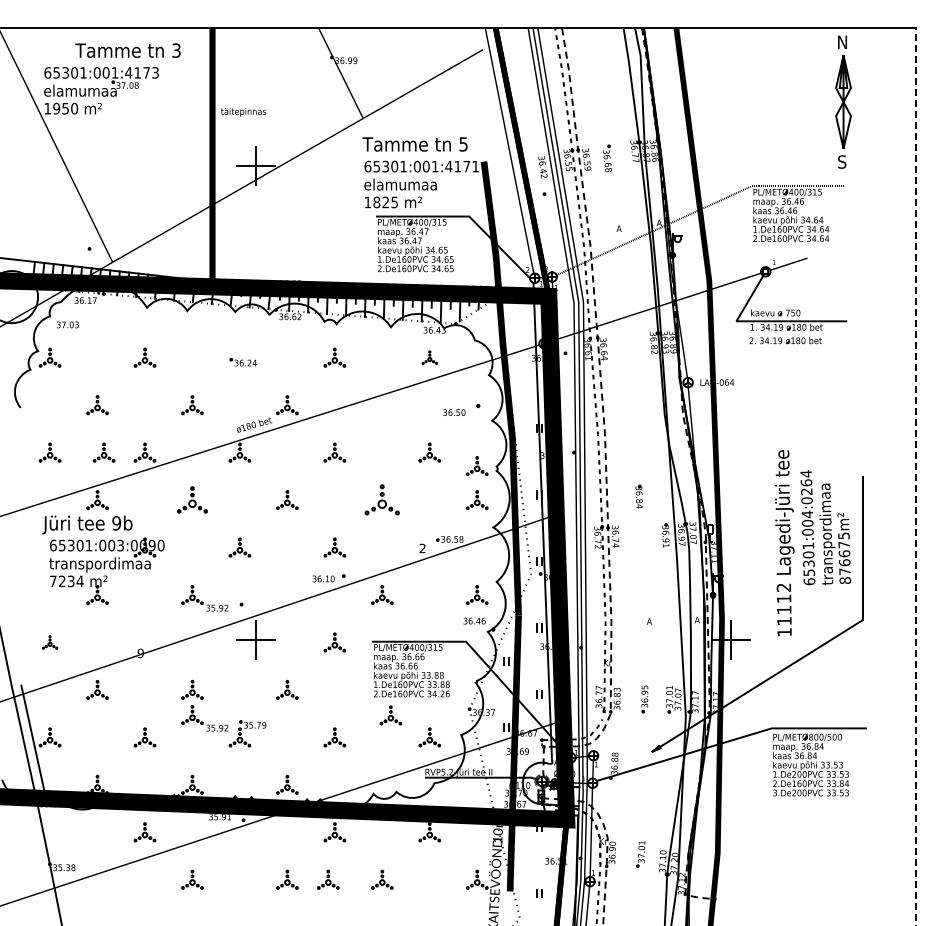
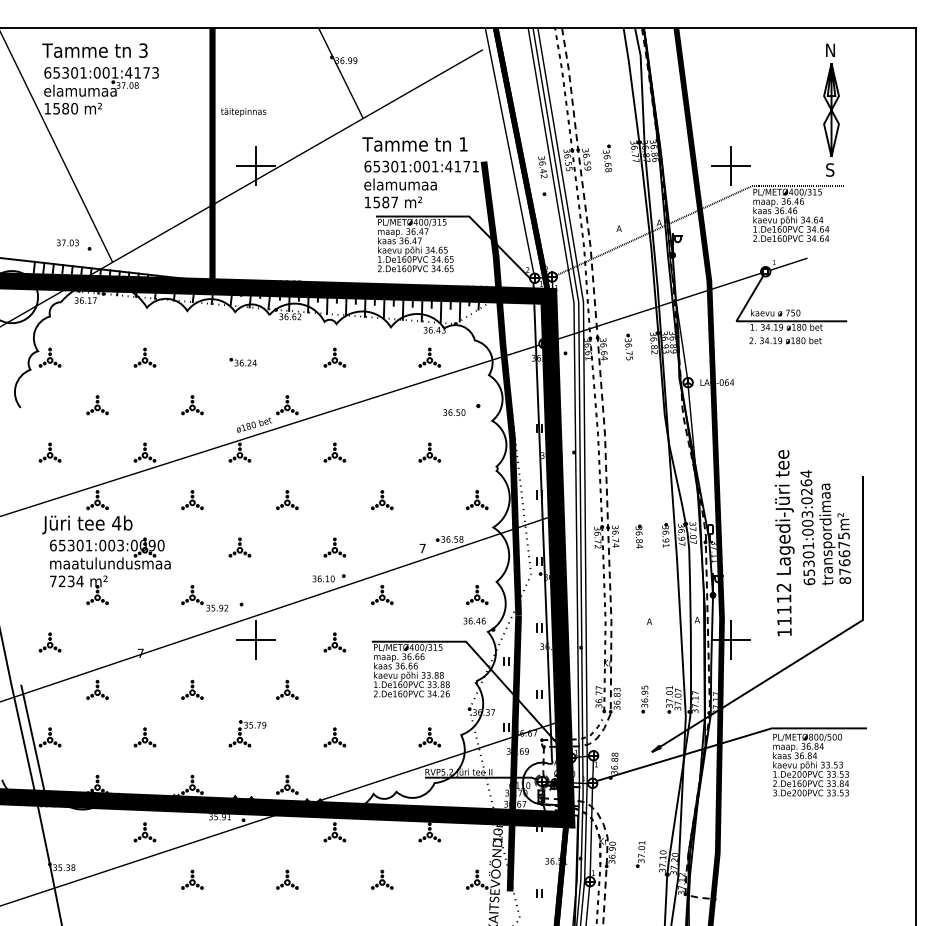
text at (127, 50) position: (127, 50) -> (94, 50)
part at (843, 101) position: (843, 101) -> (831, 109)
text at (61, 108): 1950 -> 1580
text at (463, 144): 5 -> 1
part at (730, 165): none -> present
text at (385, 202): 1825 -> 1587
text at (67, 324) position: (67, 324) -> (67, 242)
part at (628, 346): none -> present
part at (429, 357) size: 17x15 px -> 24x21 px
part at (103, 452): present -> none
part at (477, 466): present -> none
line at (915, 477): dashed -> solid
part at (638, 496) position: (638, 496) -> (638, 536)
part at (192, 499) size: 31x28 px -> 23x21 px
part at (381, 499) size: 36x32 px -> 23x21 px
text at (807, 514): 65301:004:0264 -> 65301:003:0264
text at (116, 523): 9b -> 4b
text at (422, 548): 2 -> 7
text at (109, 564): transpordimaa -> maatulundusmaa
part at (49, 642) size: 18x15 px -> 24x21 px
text at (140, 653): 9 -> 7
part at (390, 715): present -> none
part at (204, 718): present -> none
part at (328, 879): present -> none
